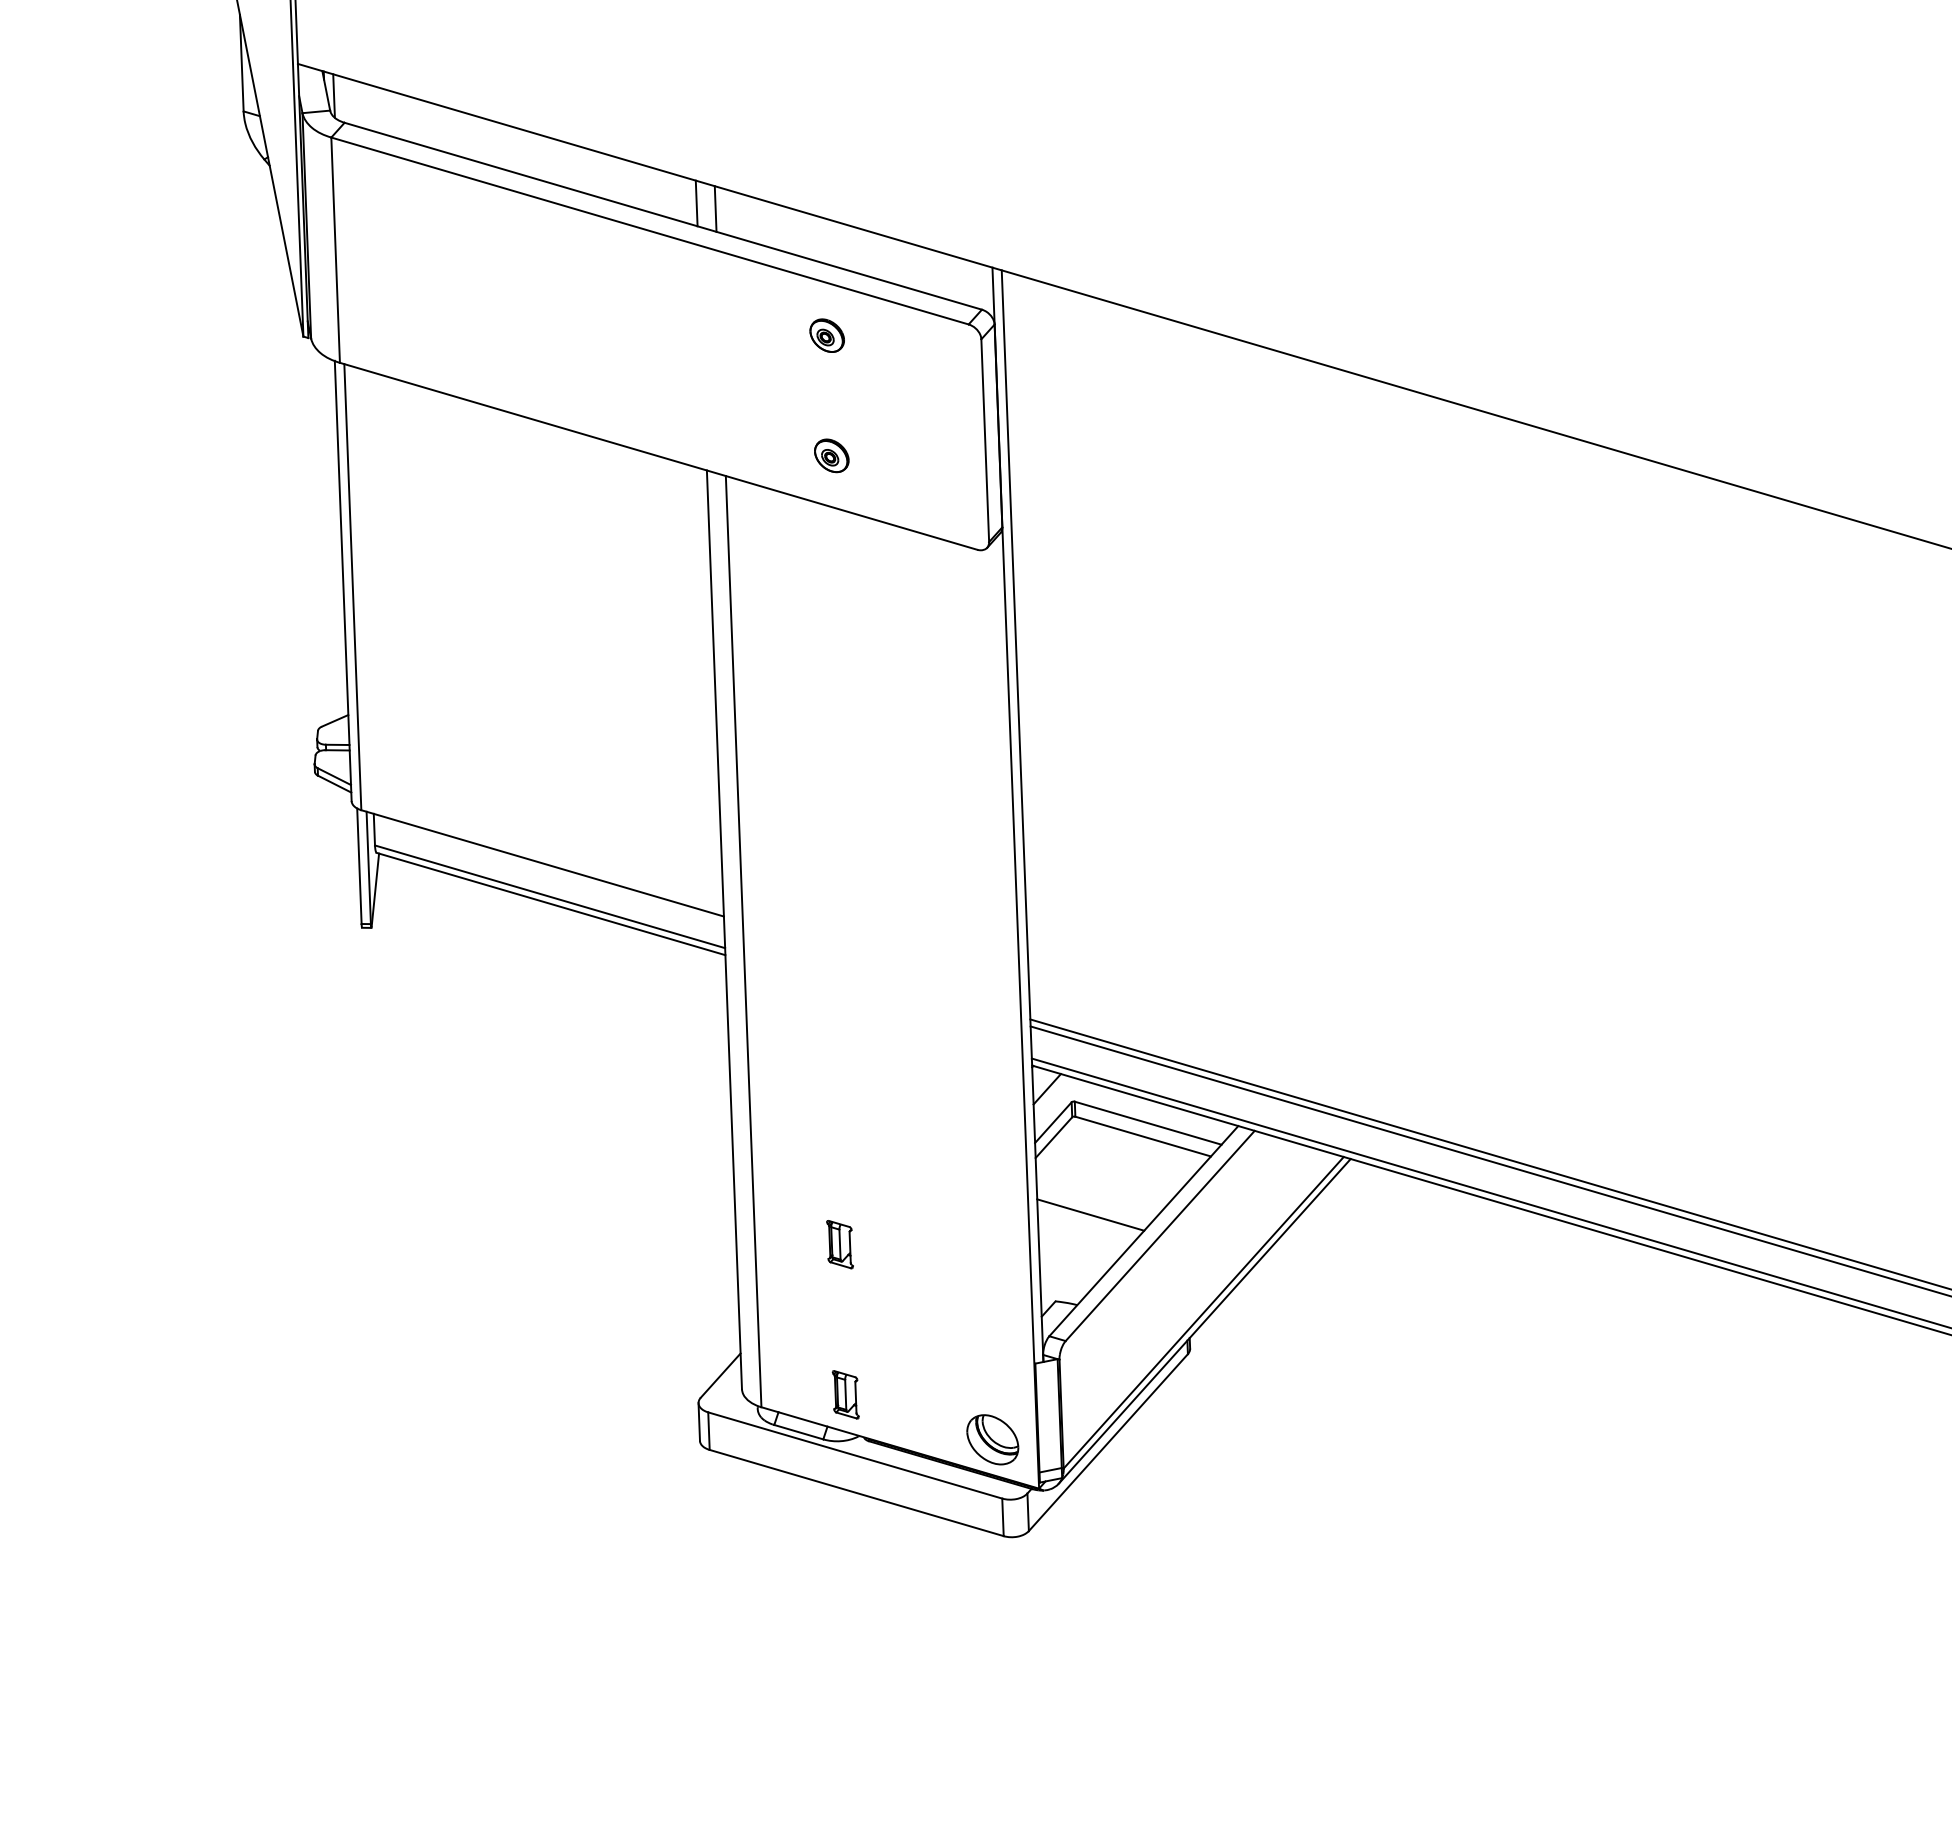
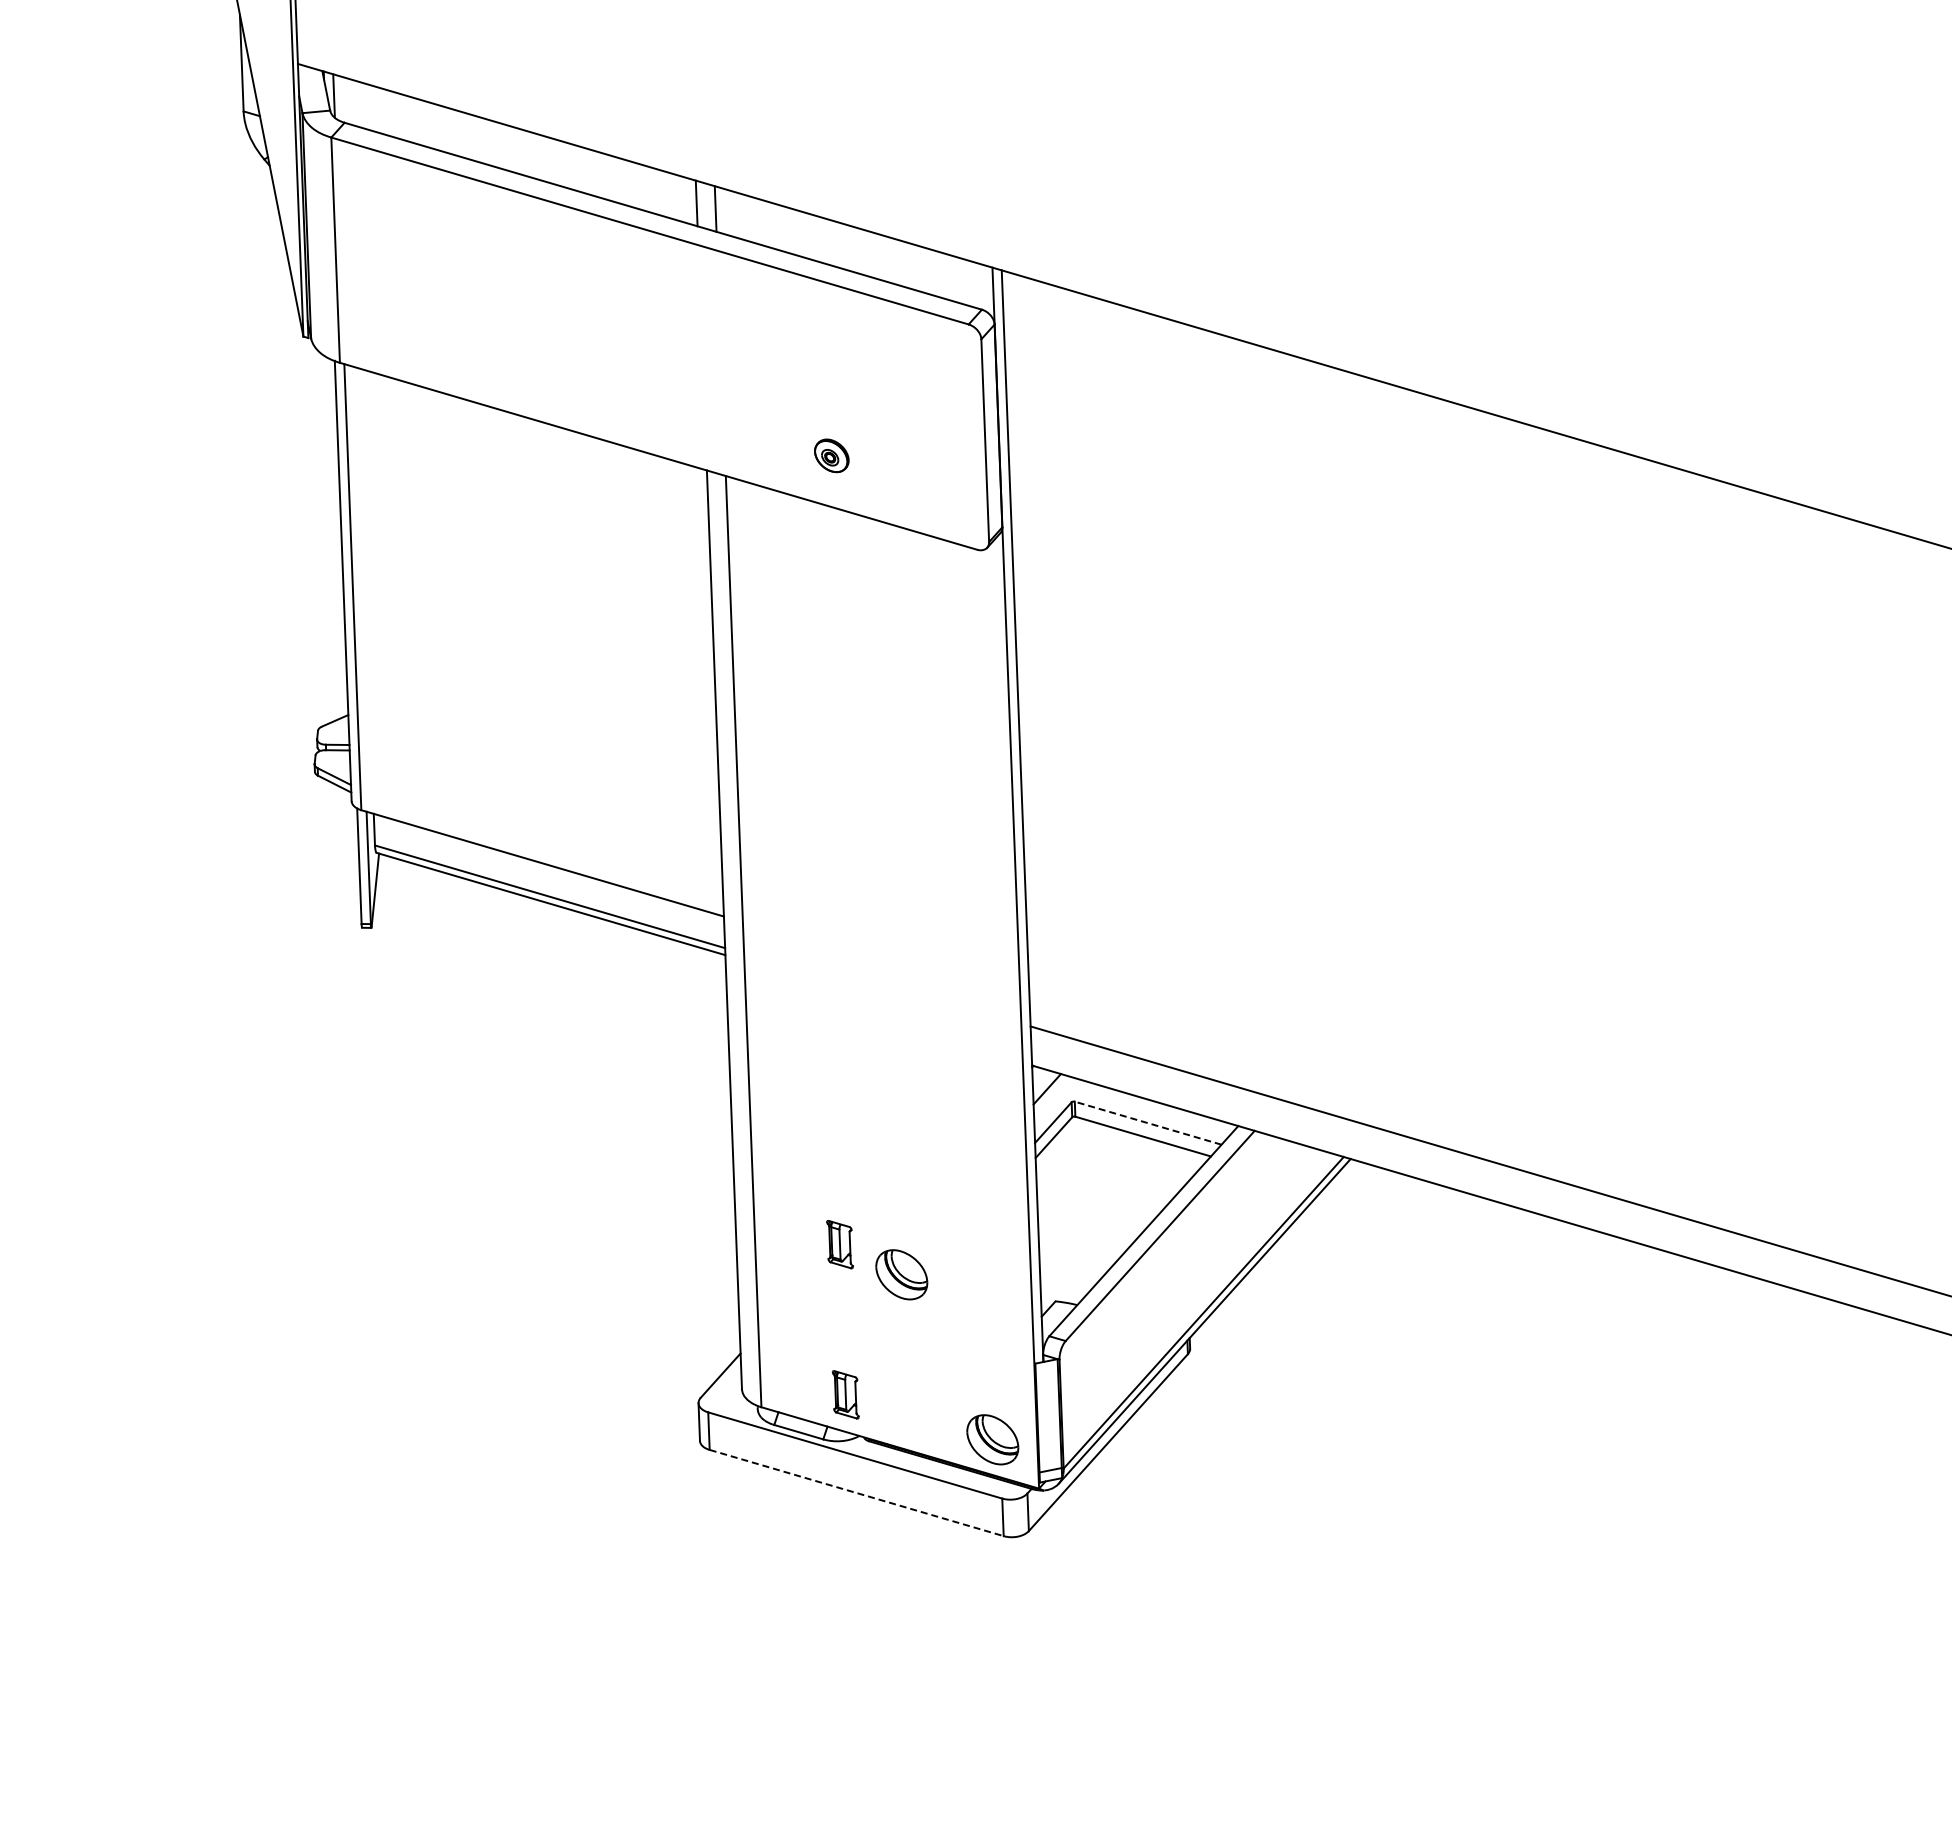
part at (826, 335): present -> none
line at (1147, 1123): solid -> dashed
line at (1489, 1153): present -> none
line at (1489, 1192): present -> none
line at (1090, 1214): present -> none
part at (901, 1274): none -> present
line at (857, 1493): solid -> dashed
